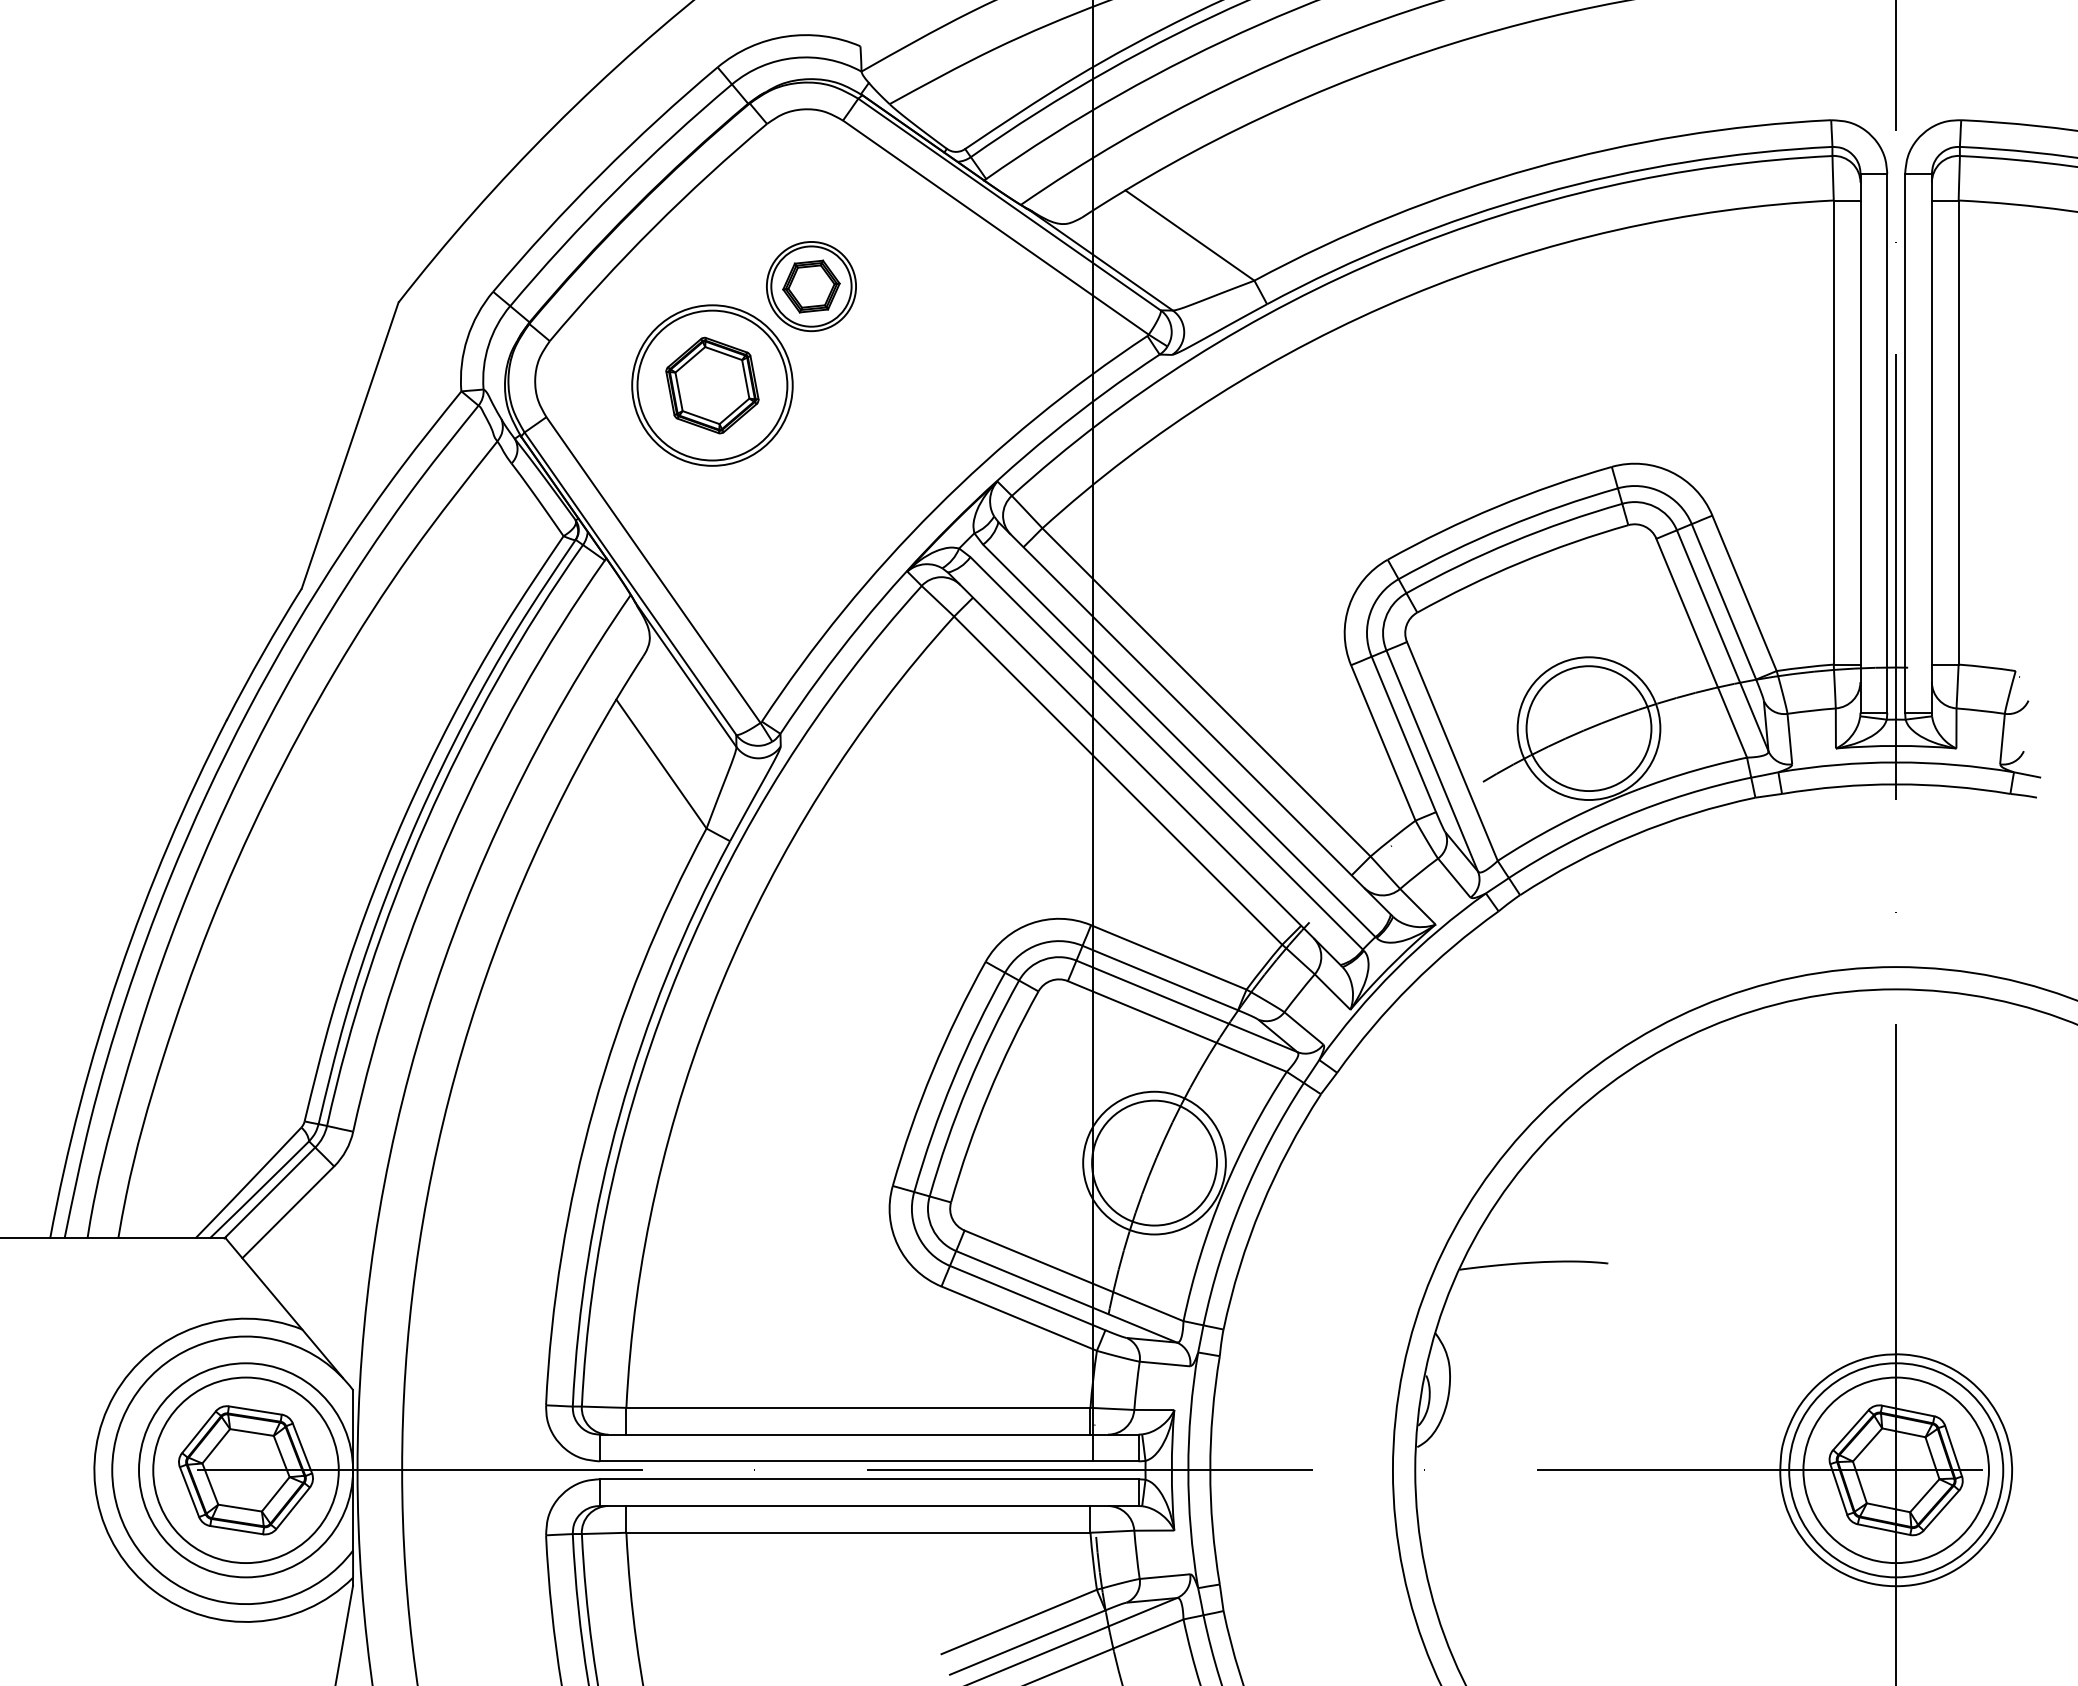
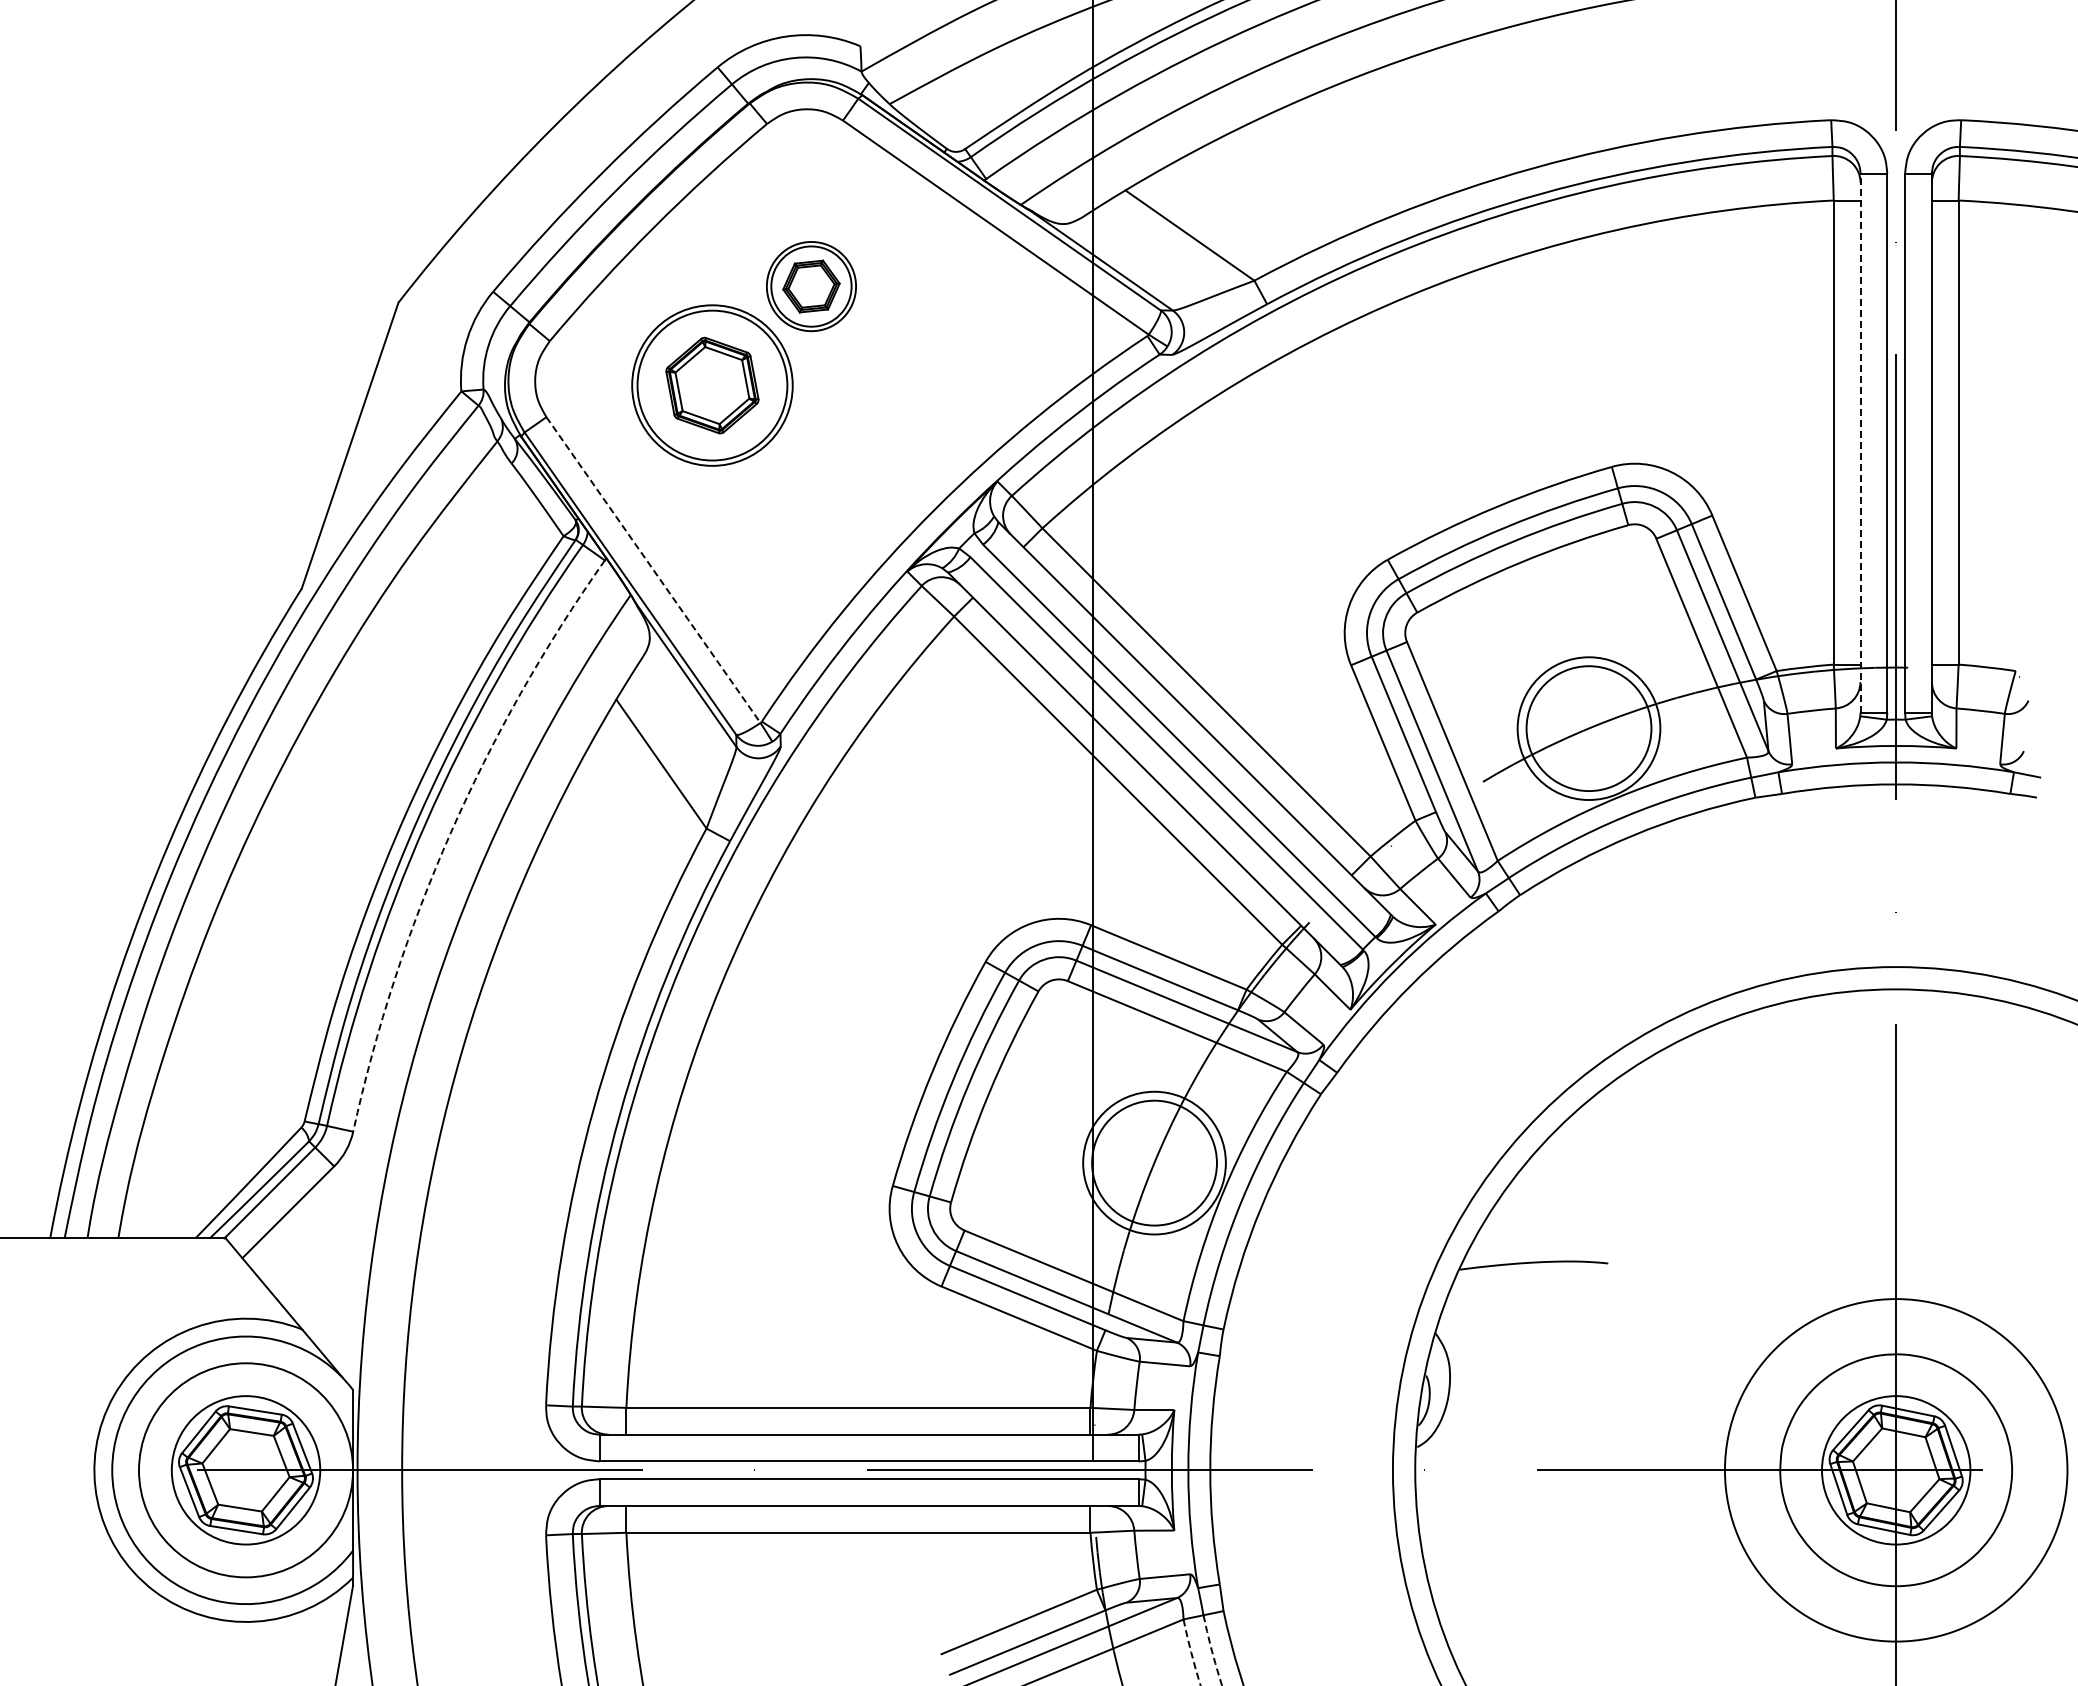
line at (1860, 443): solid -> dashed
line at (653, 570): solid -> dashed
arc at (450, 833): solid -> dashed
circle at (245, 1470) diameter: 186 px -> 148 px
circle at (1895, 1470) diameter: 186 px -> 148 px
circle at (1896, 1470) diameter: 214 px -> 343 px
arc at (1212, 1651): solid -> dashed
arc at (1191, 1652): solid -> dashed
